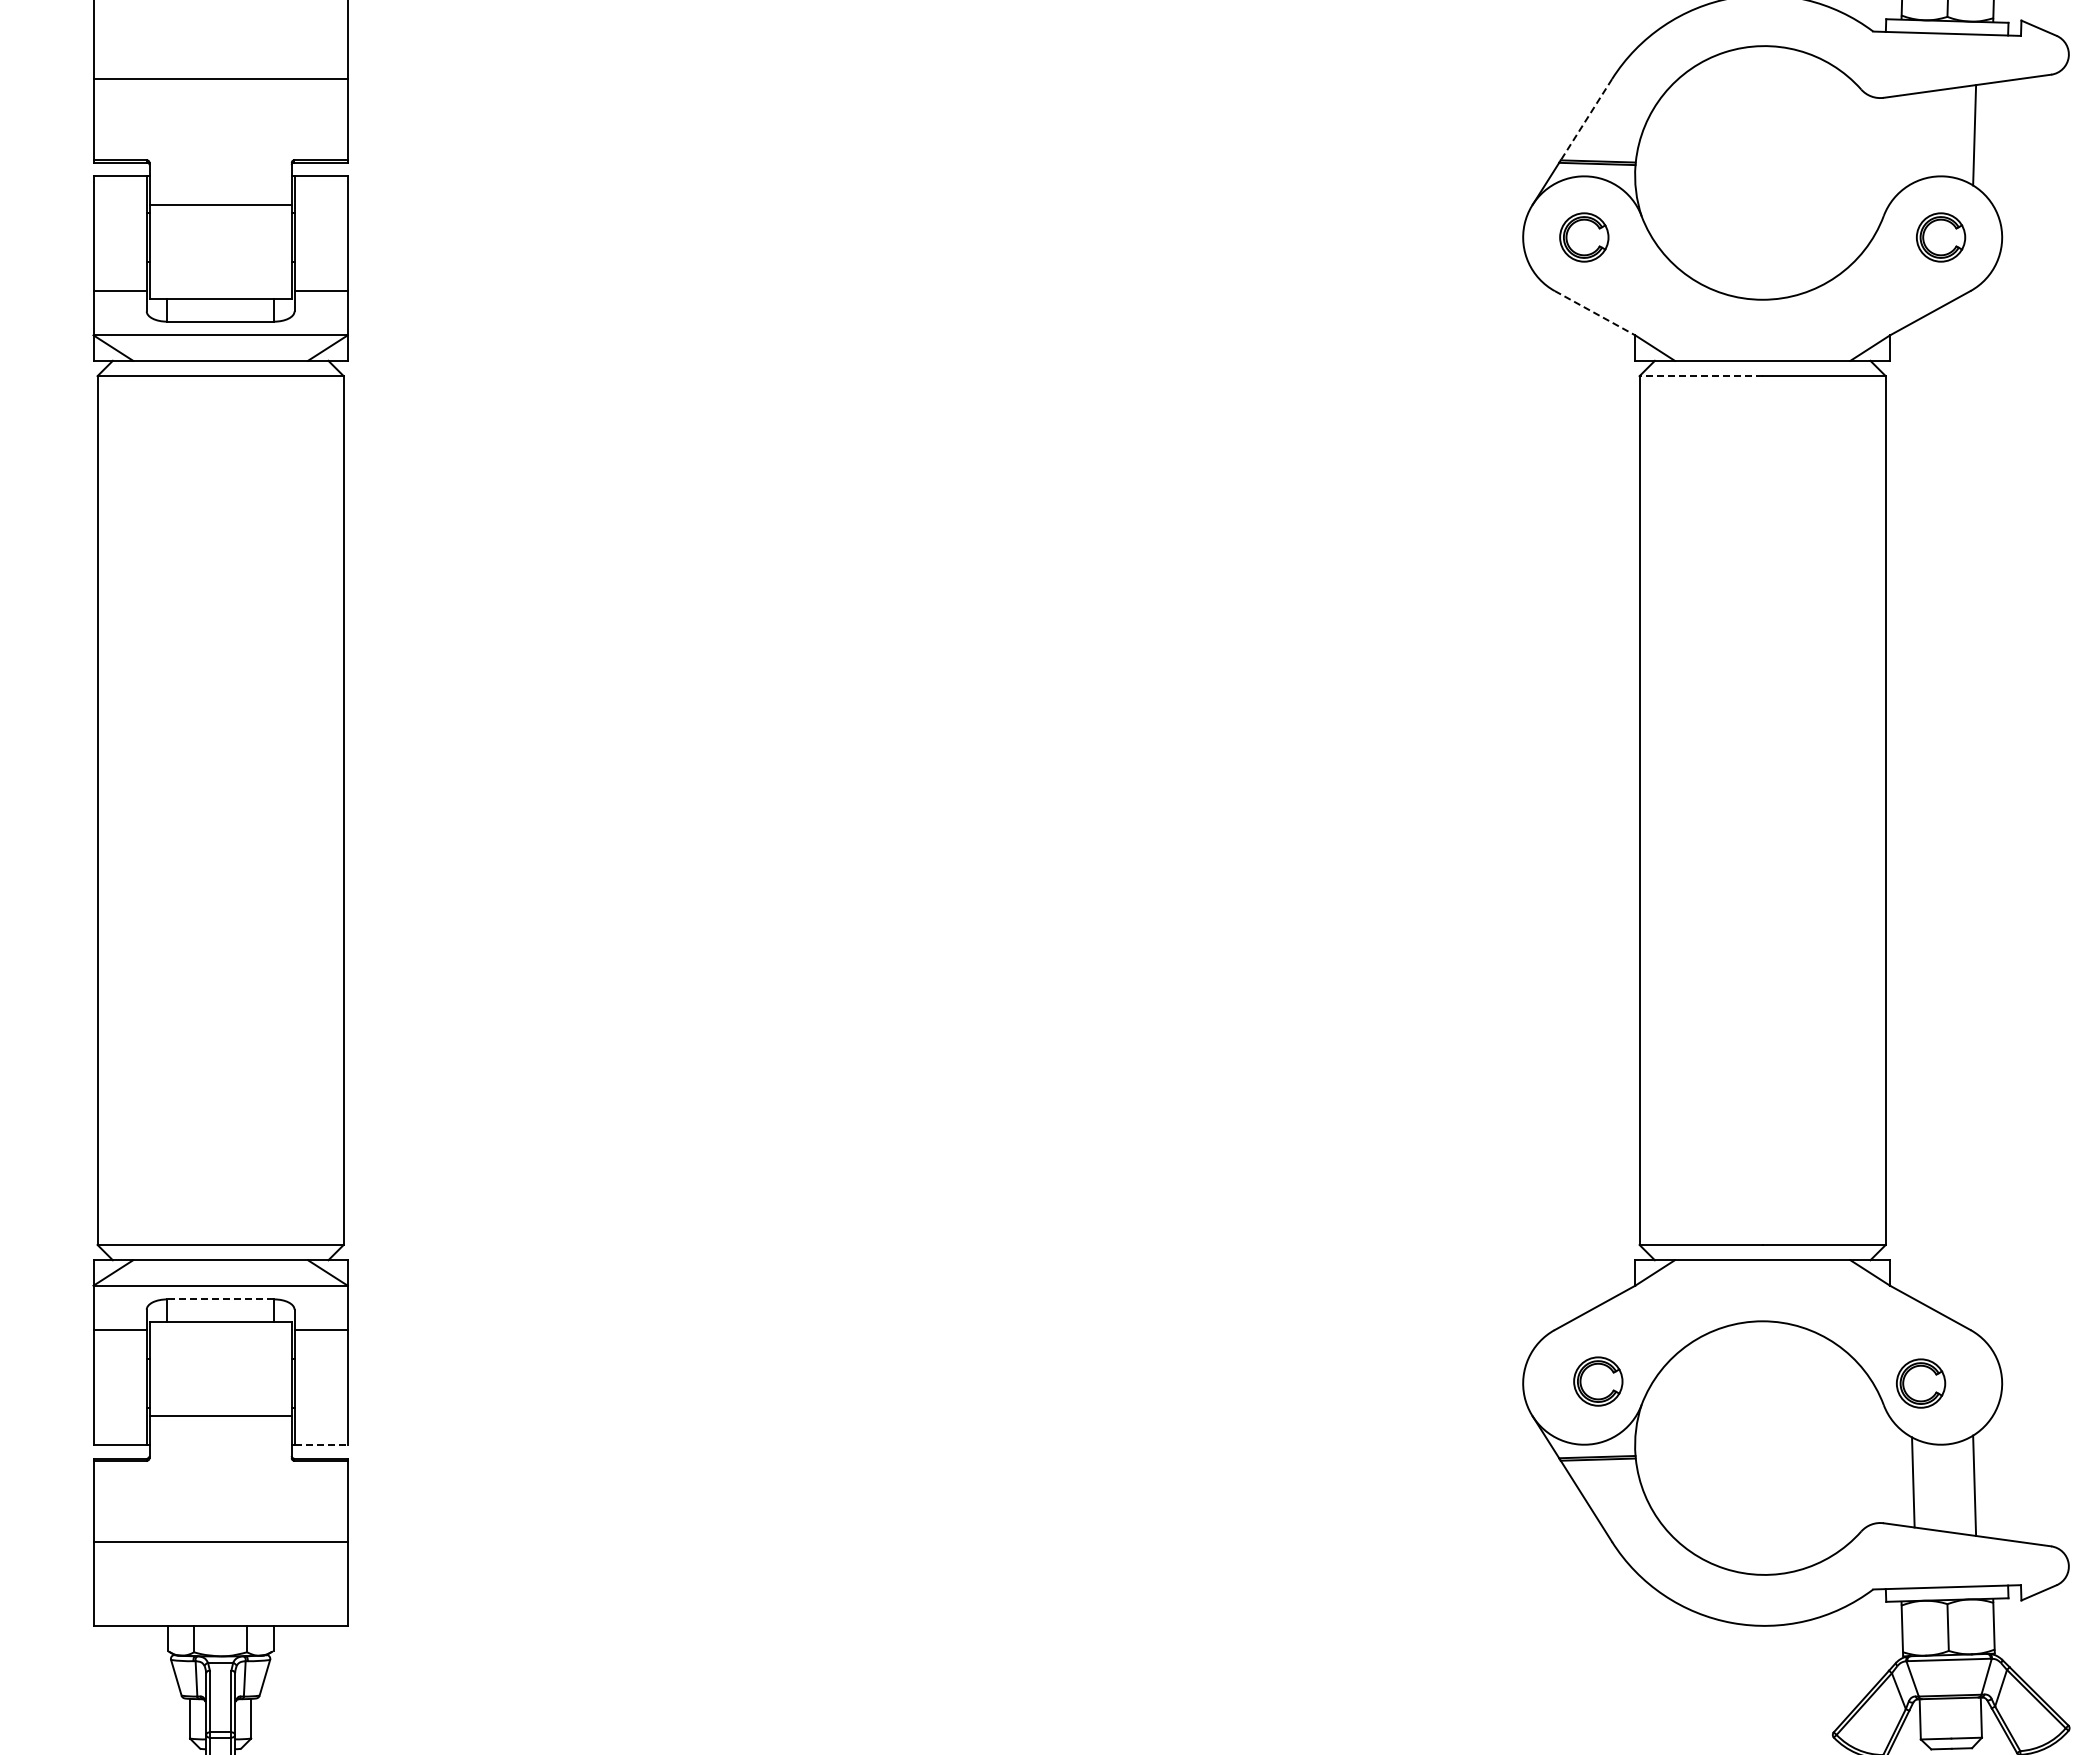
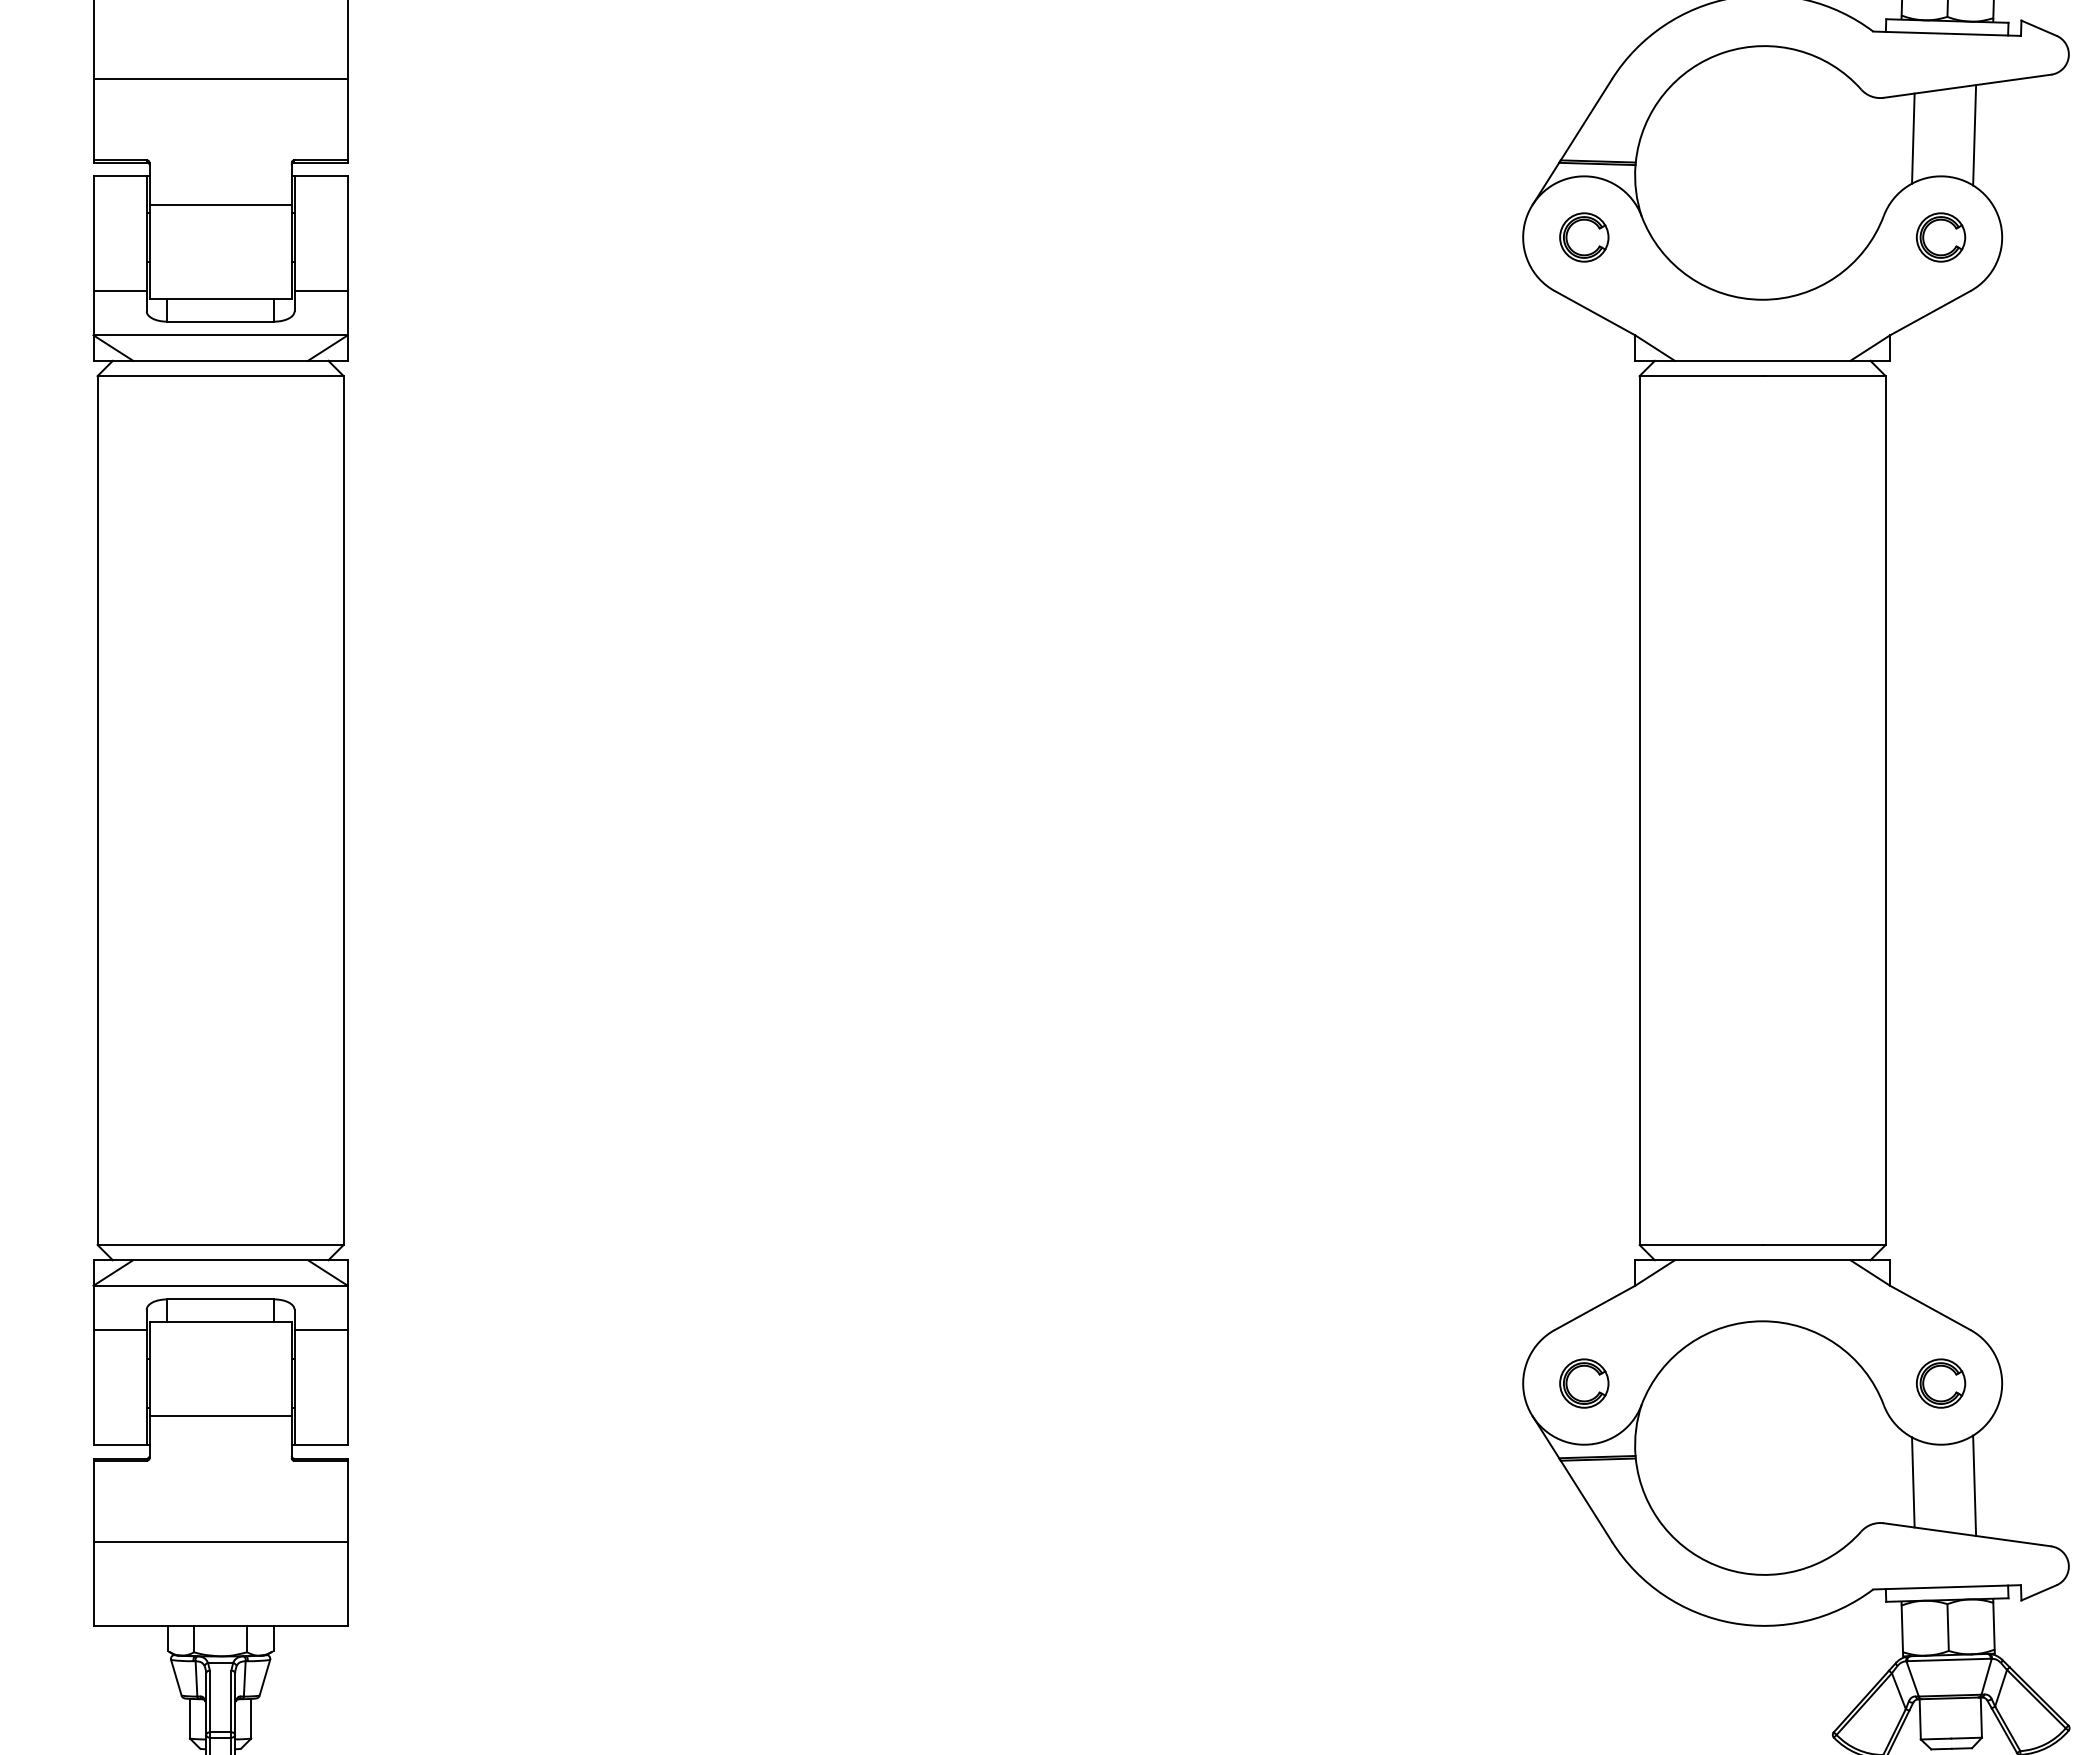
line at (1586, 120): dashed -> solid
line at (1913, 138): none -> present
line at (1595, 313): dashed -> solid
line at (1701, 376): dashed -> solid
line at (220, 1299): dashed -> solid
part at (1598, 1381) position: (1598, 1381) -> (1584, 1383)
part at (1921, 1383) position: (1921, 1383) -> (1941, 1383)
line at (321, 1444): dashed -> solid
